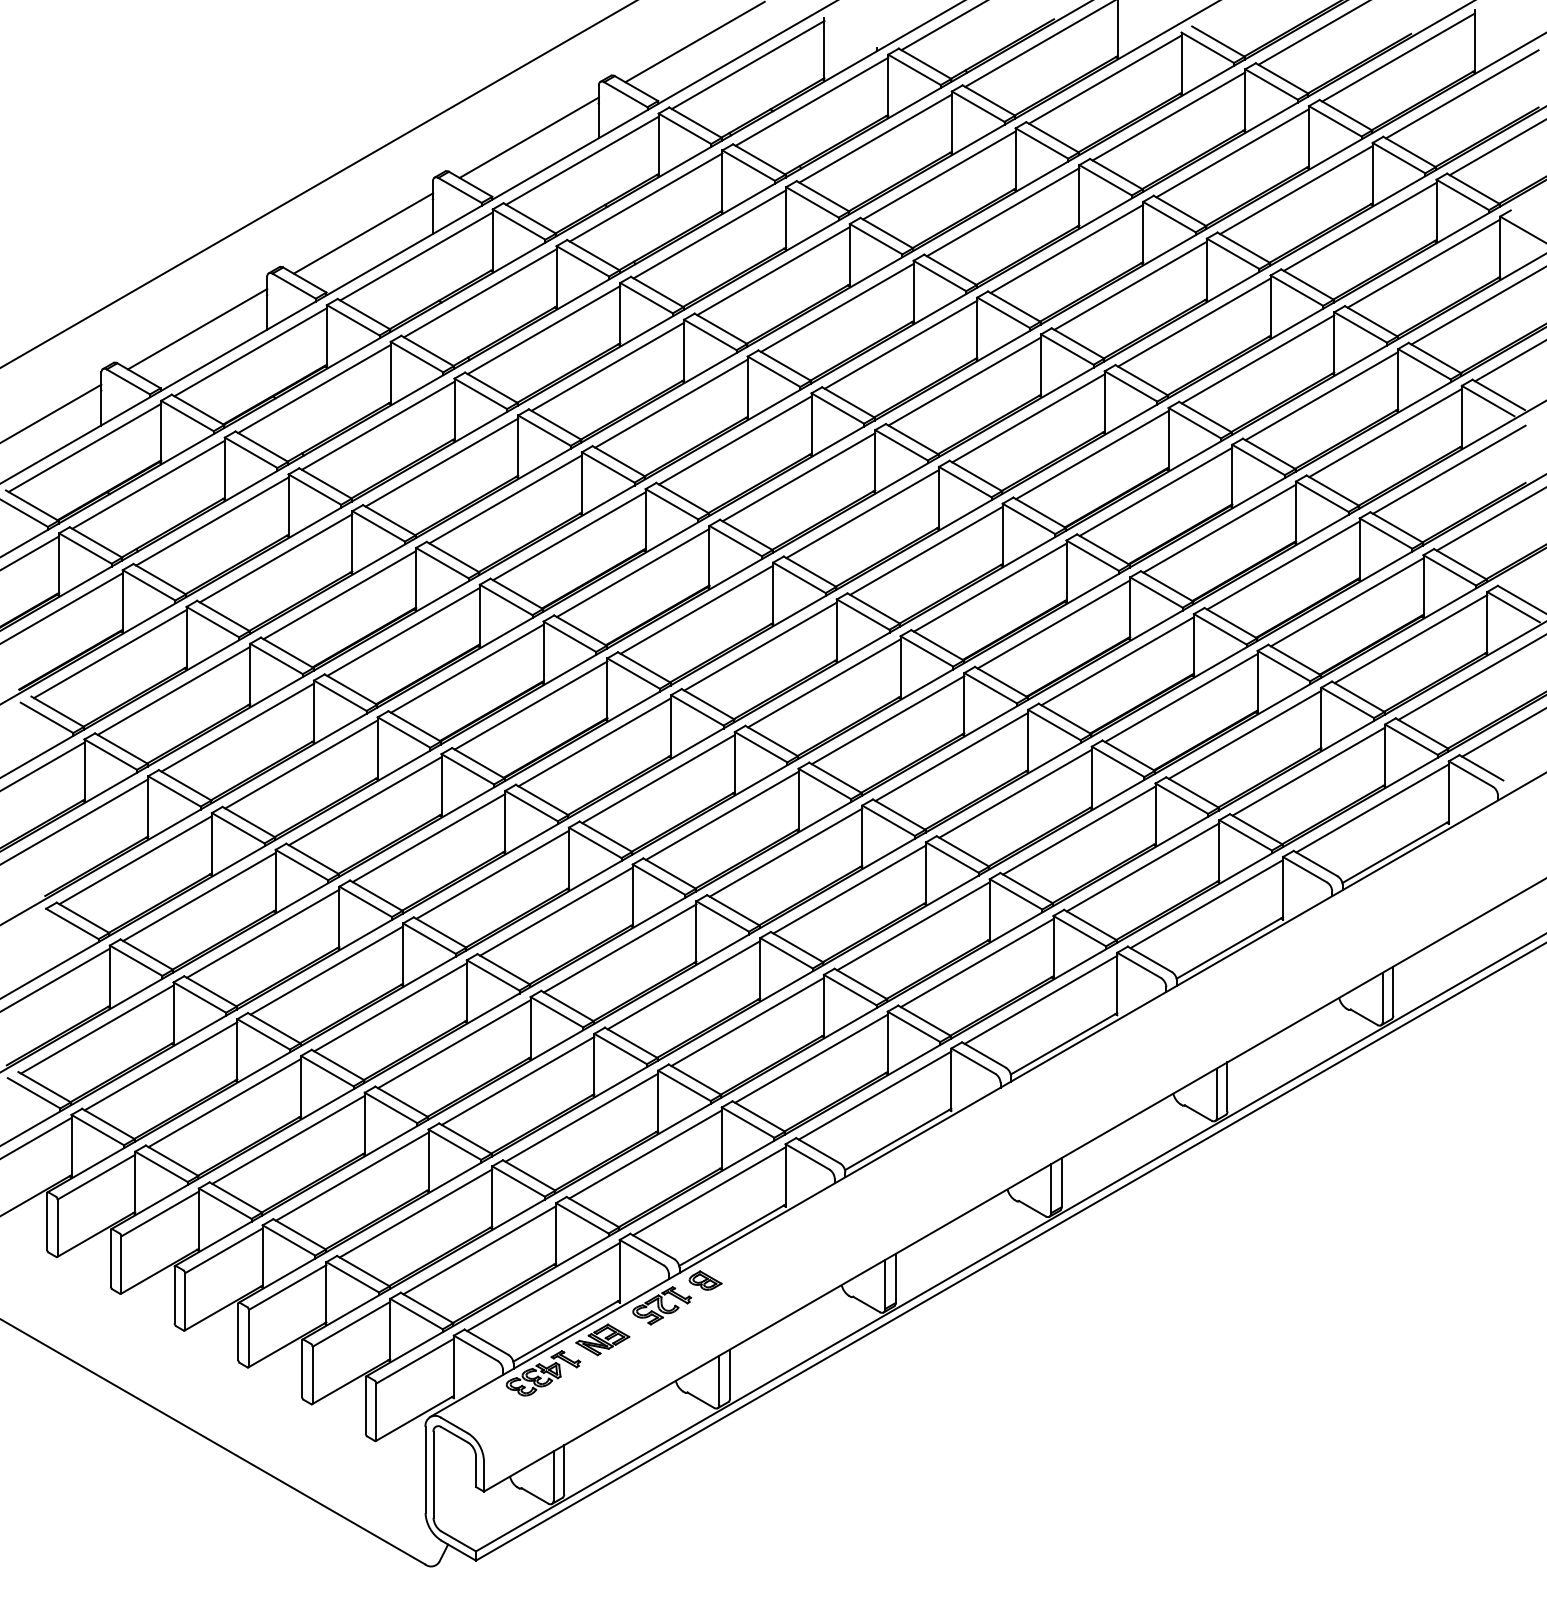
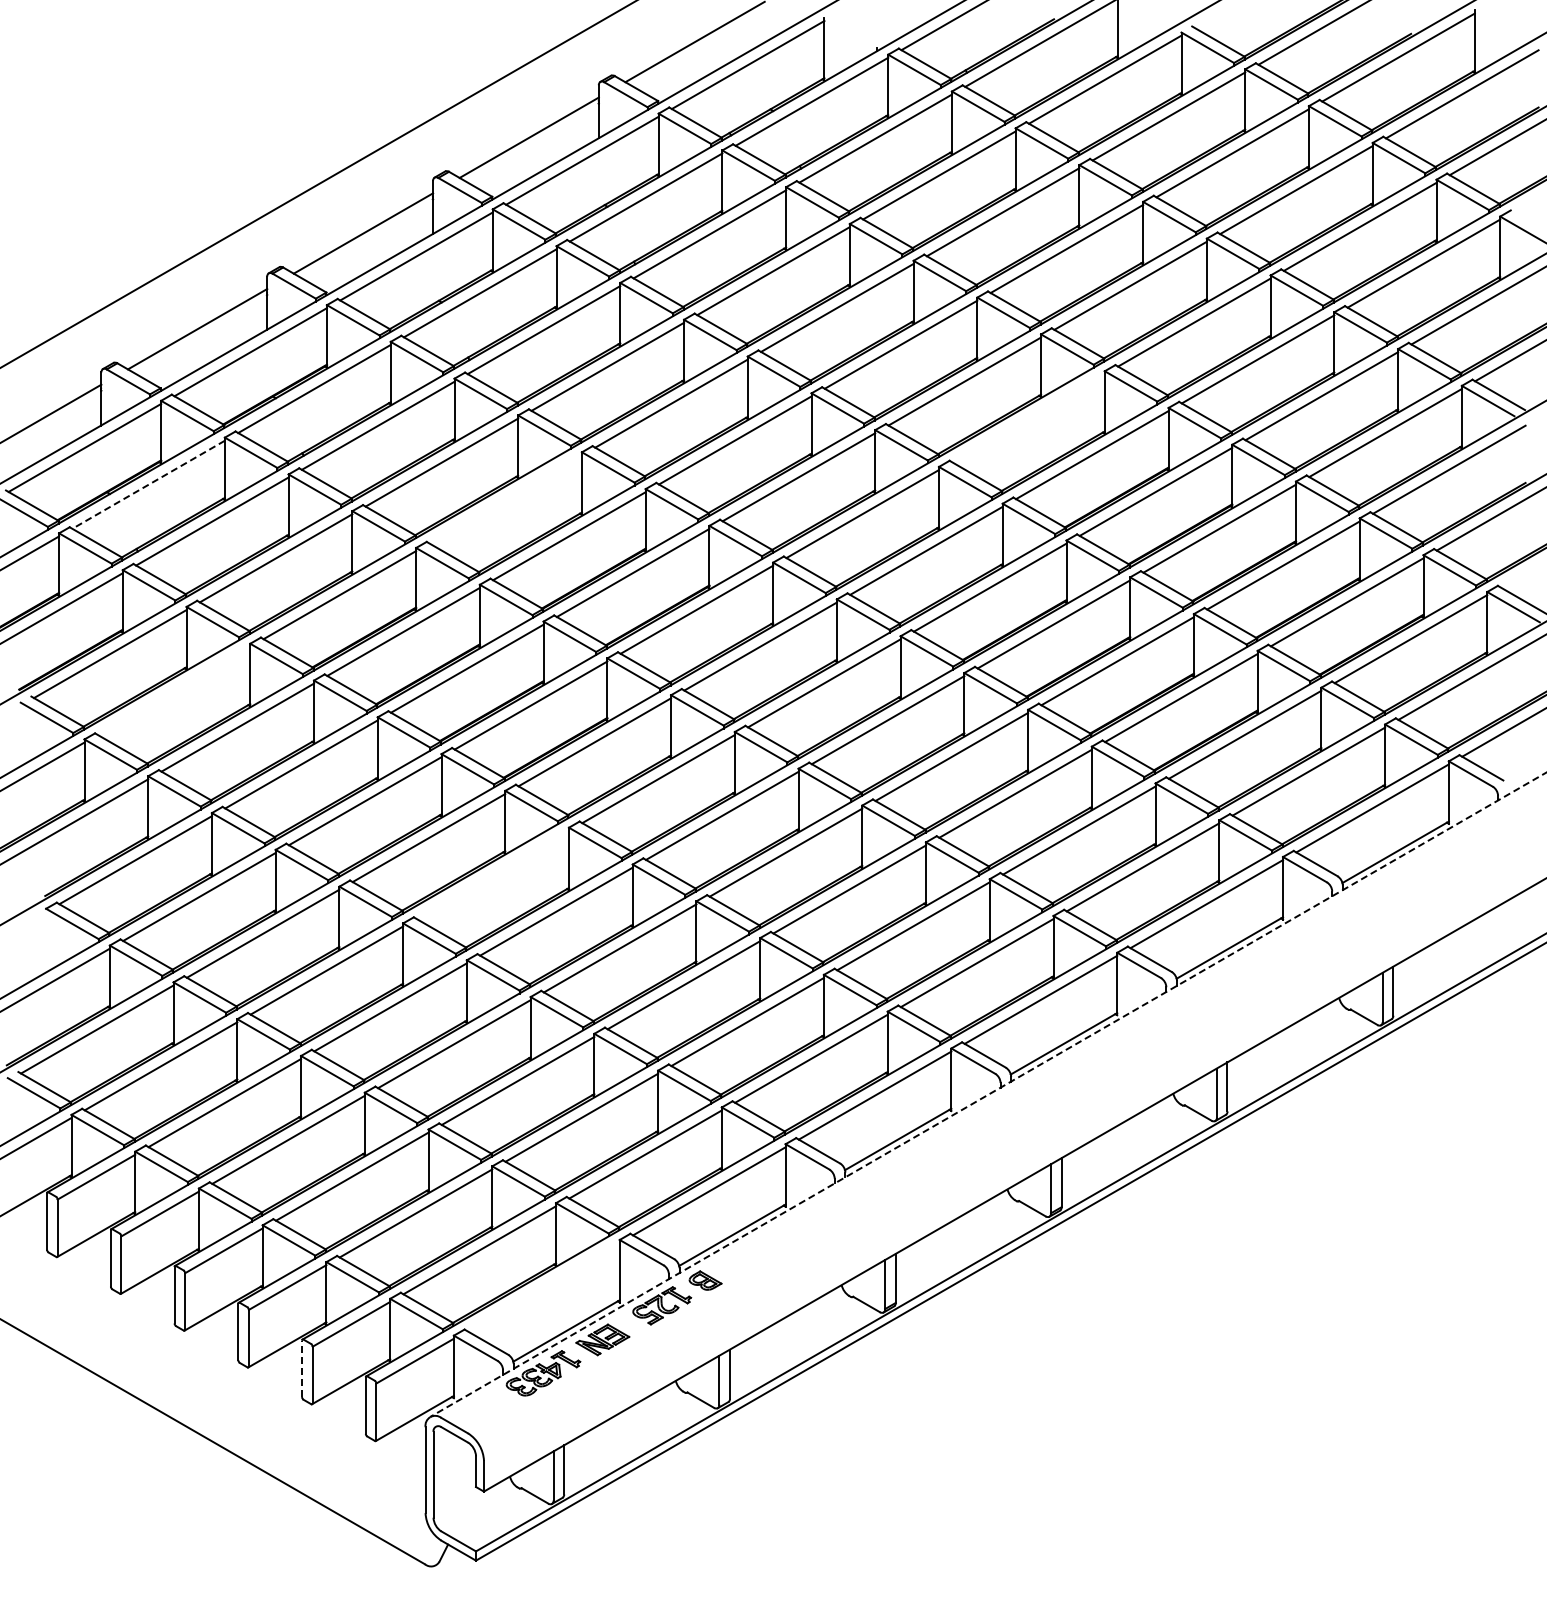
line at (1028, 418): present -> none
line at (148, 485): solid -> dashed
line at (505, 499): present -> none
line at (173, 690): present -> none
line at (492, 874): present -> none
line at (987, 1094): solid -> dashed
line at (543, 1287): present -> none
line at (302, 1368): solid -> dashed
